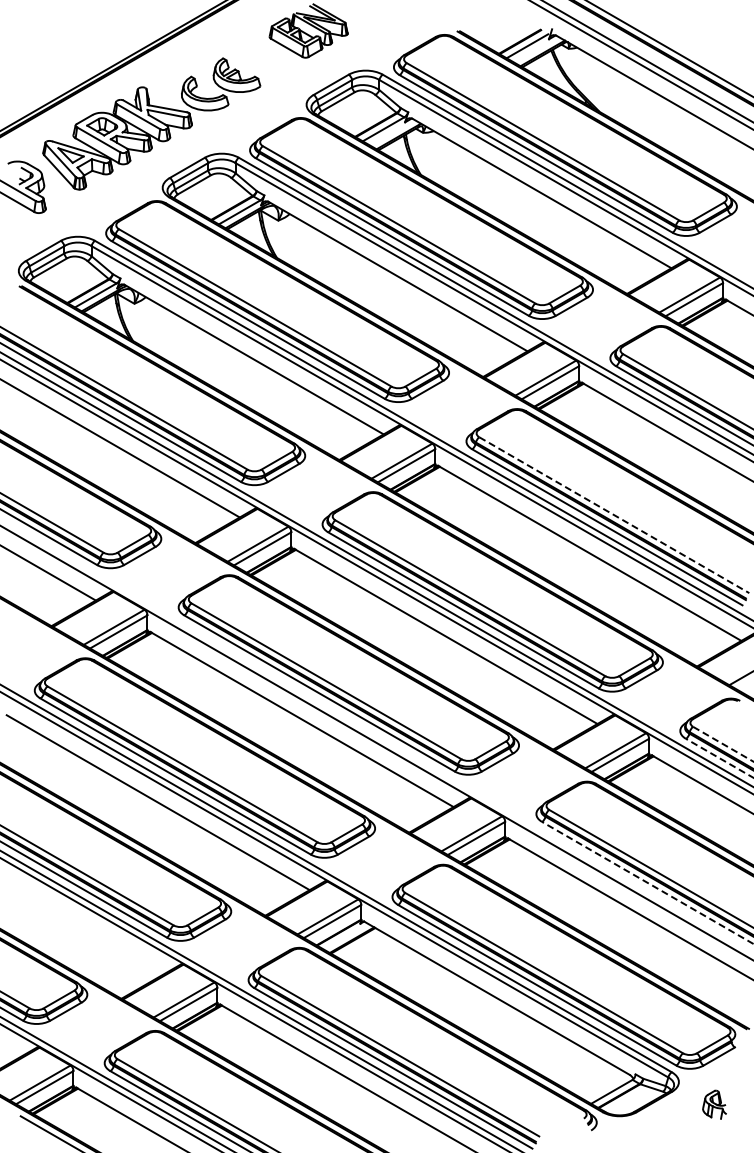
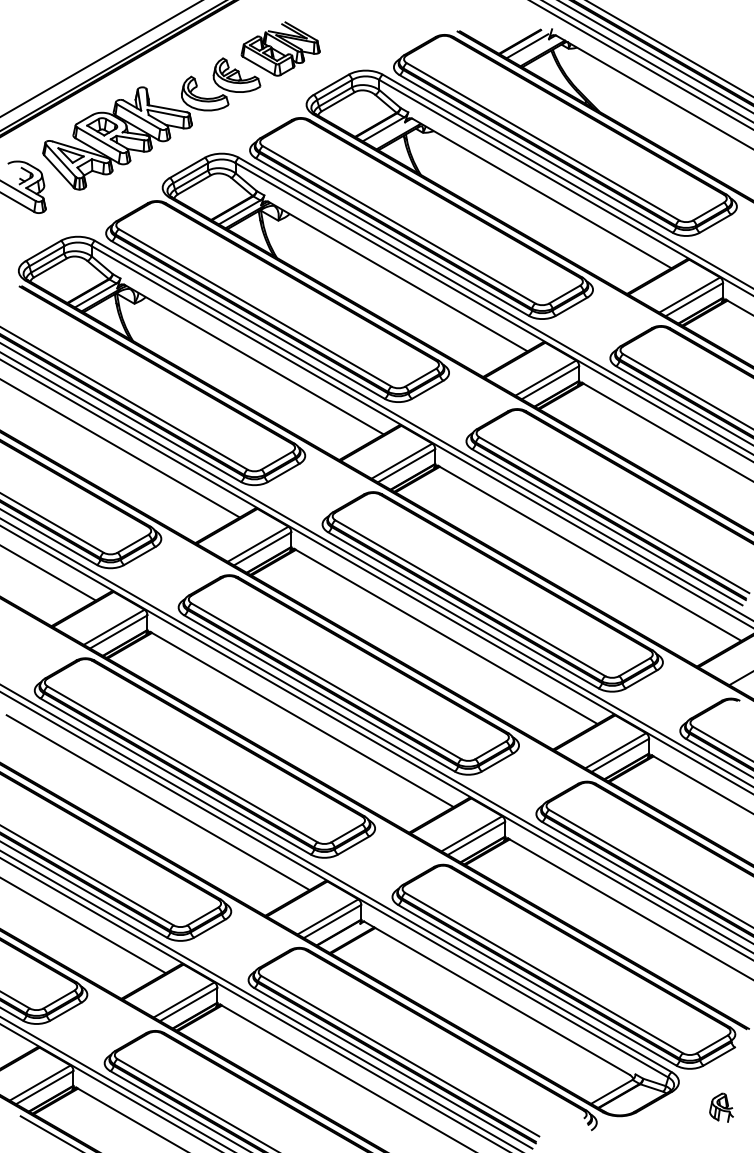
part at (308, 30) position: (308, 30) -> (280, 48)
line at (655, 56): none -> present
line at (100, 58): none -> present
line at (614, 515): dashed -> solid
line at (376, 735): none -> present
line at (723, 744): dashed -> solid
line at (719, 758): dashed -> solid
line at (647, 882): dashed -> solid
line at (83, 925): none -> present
part at (714, 1104) position: (714, 1104) -> (721, 1107)
